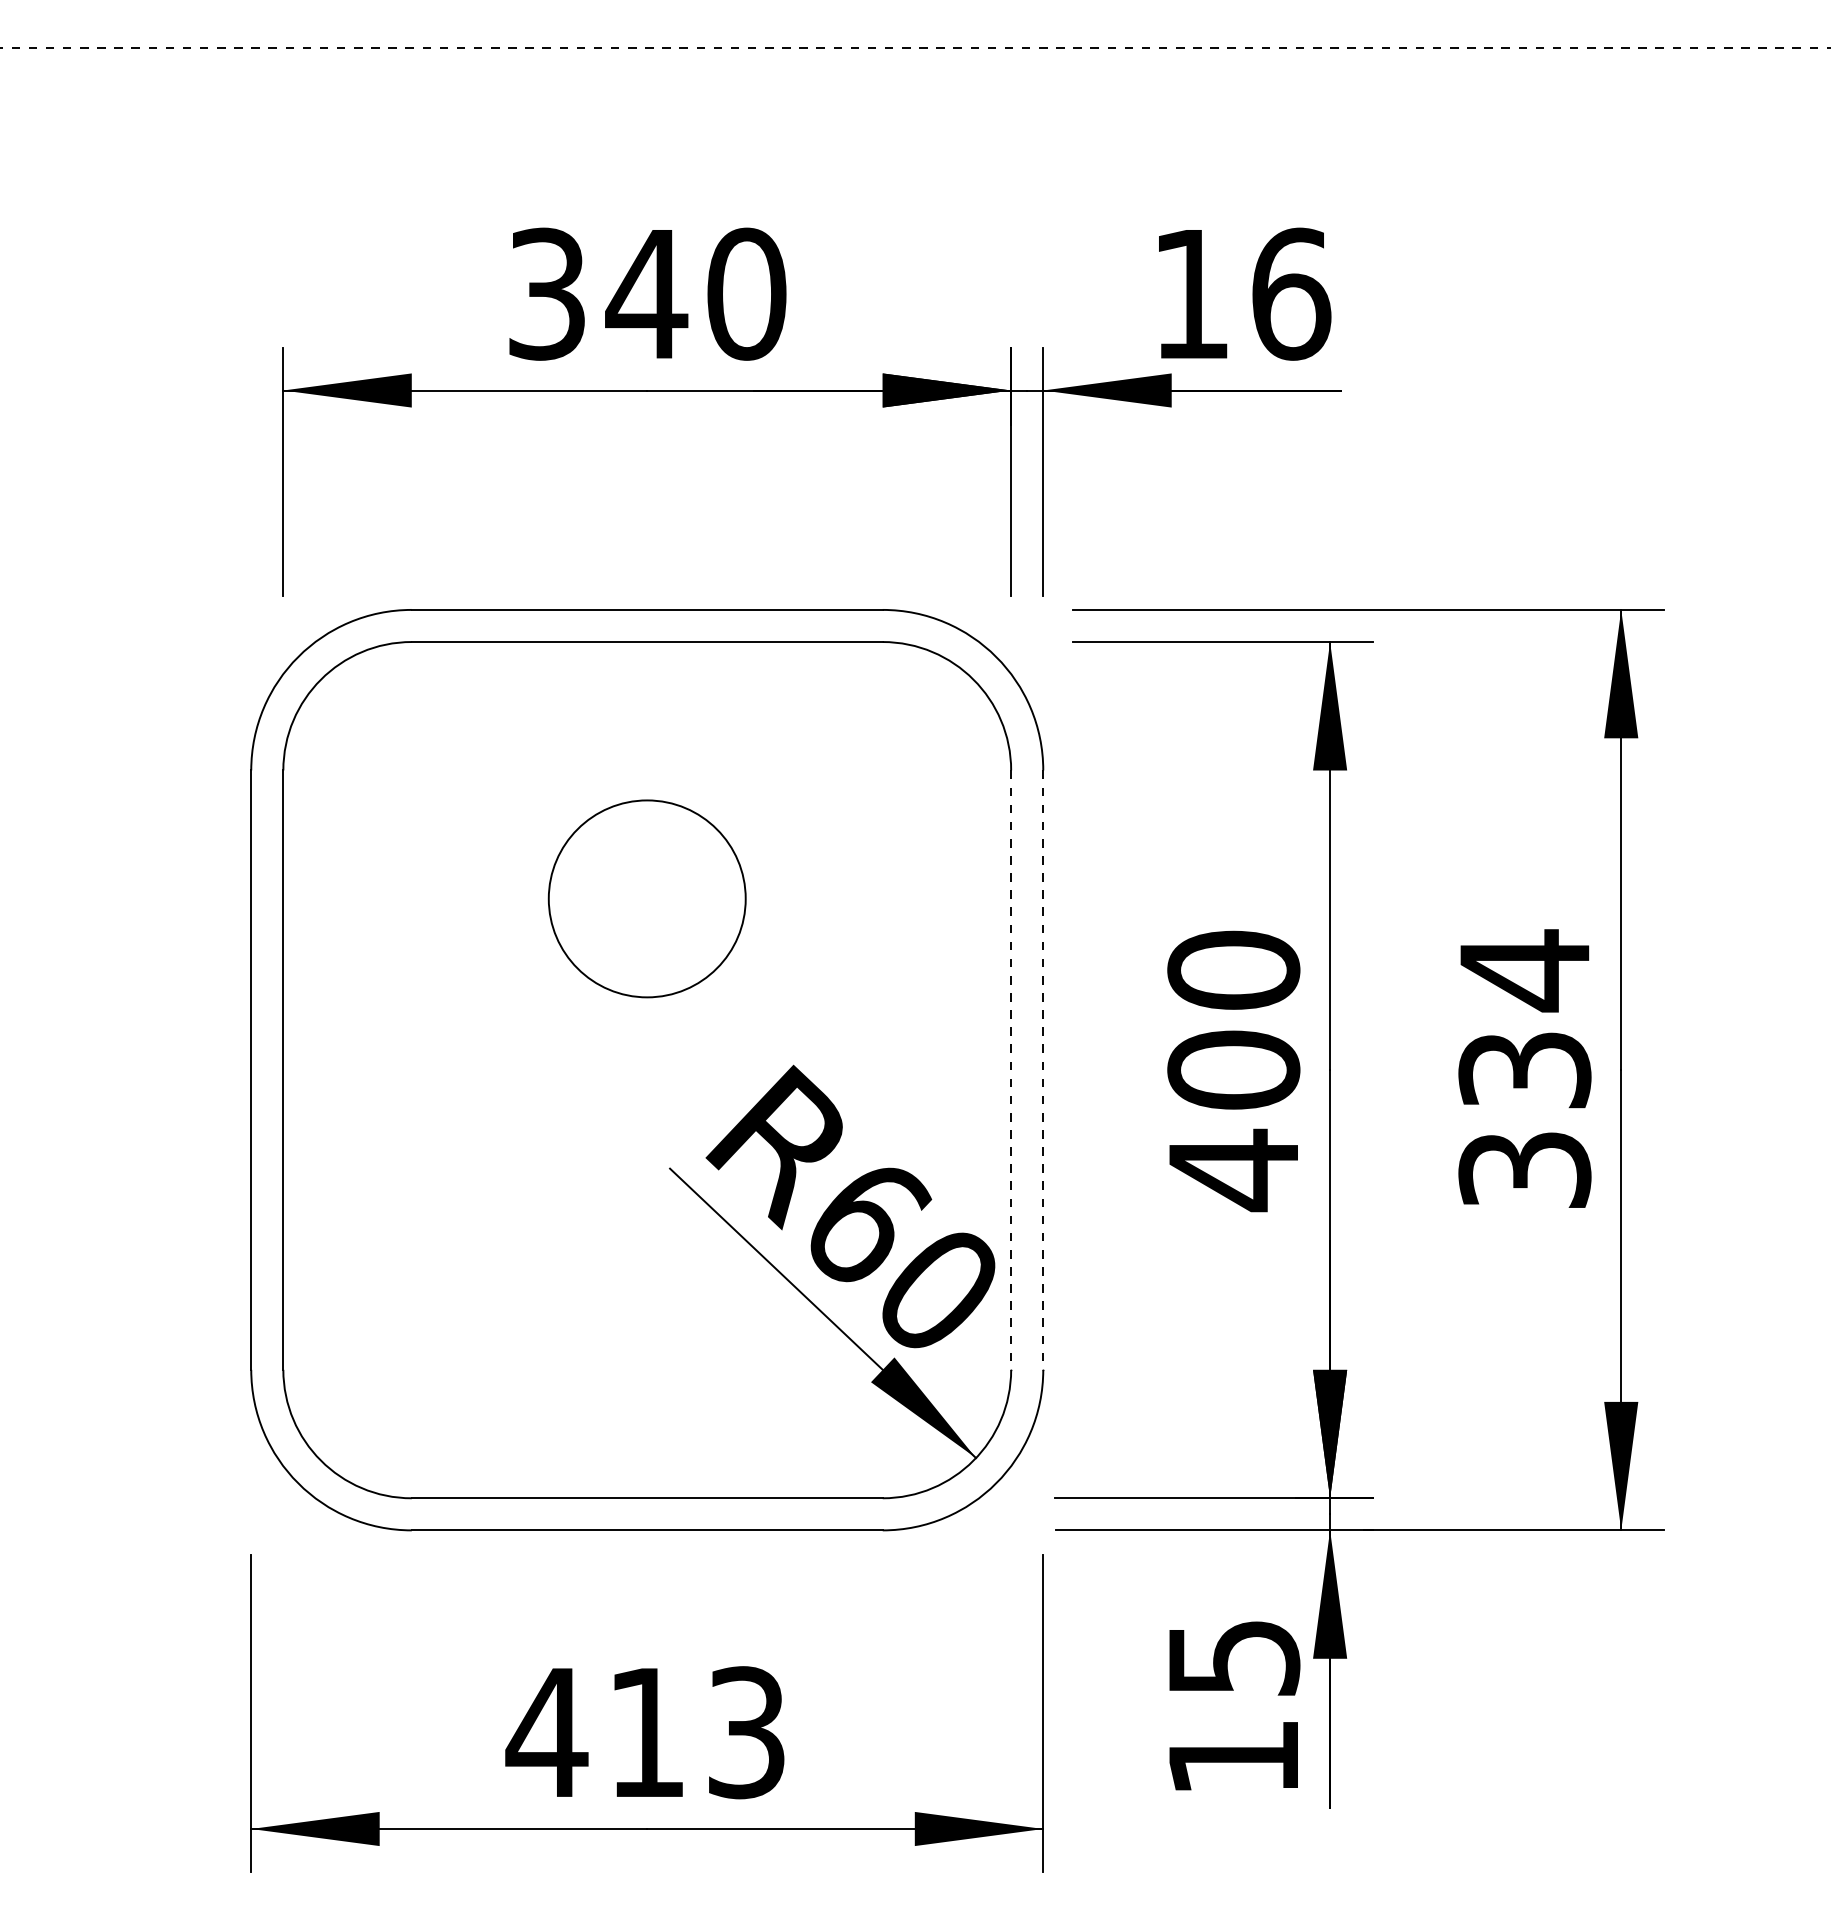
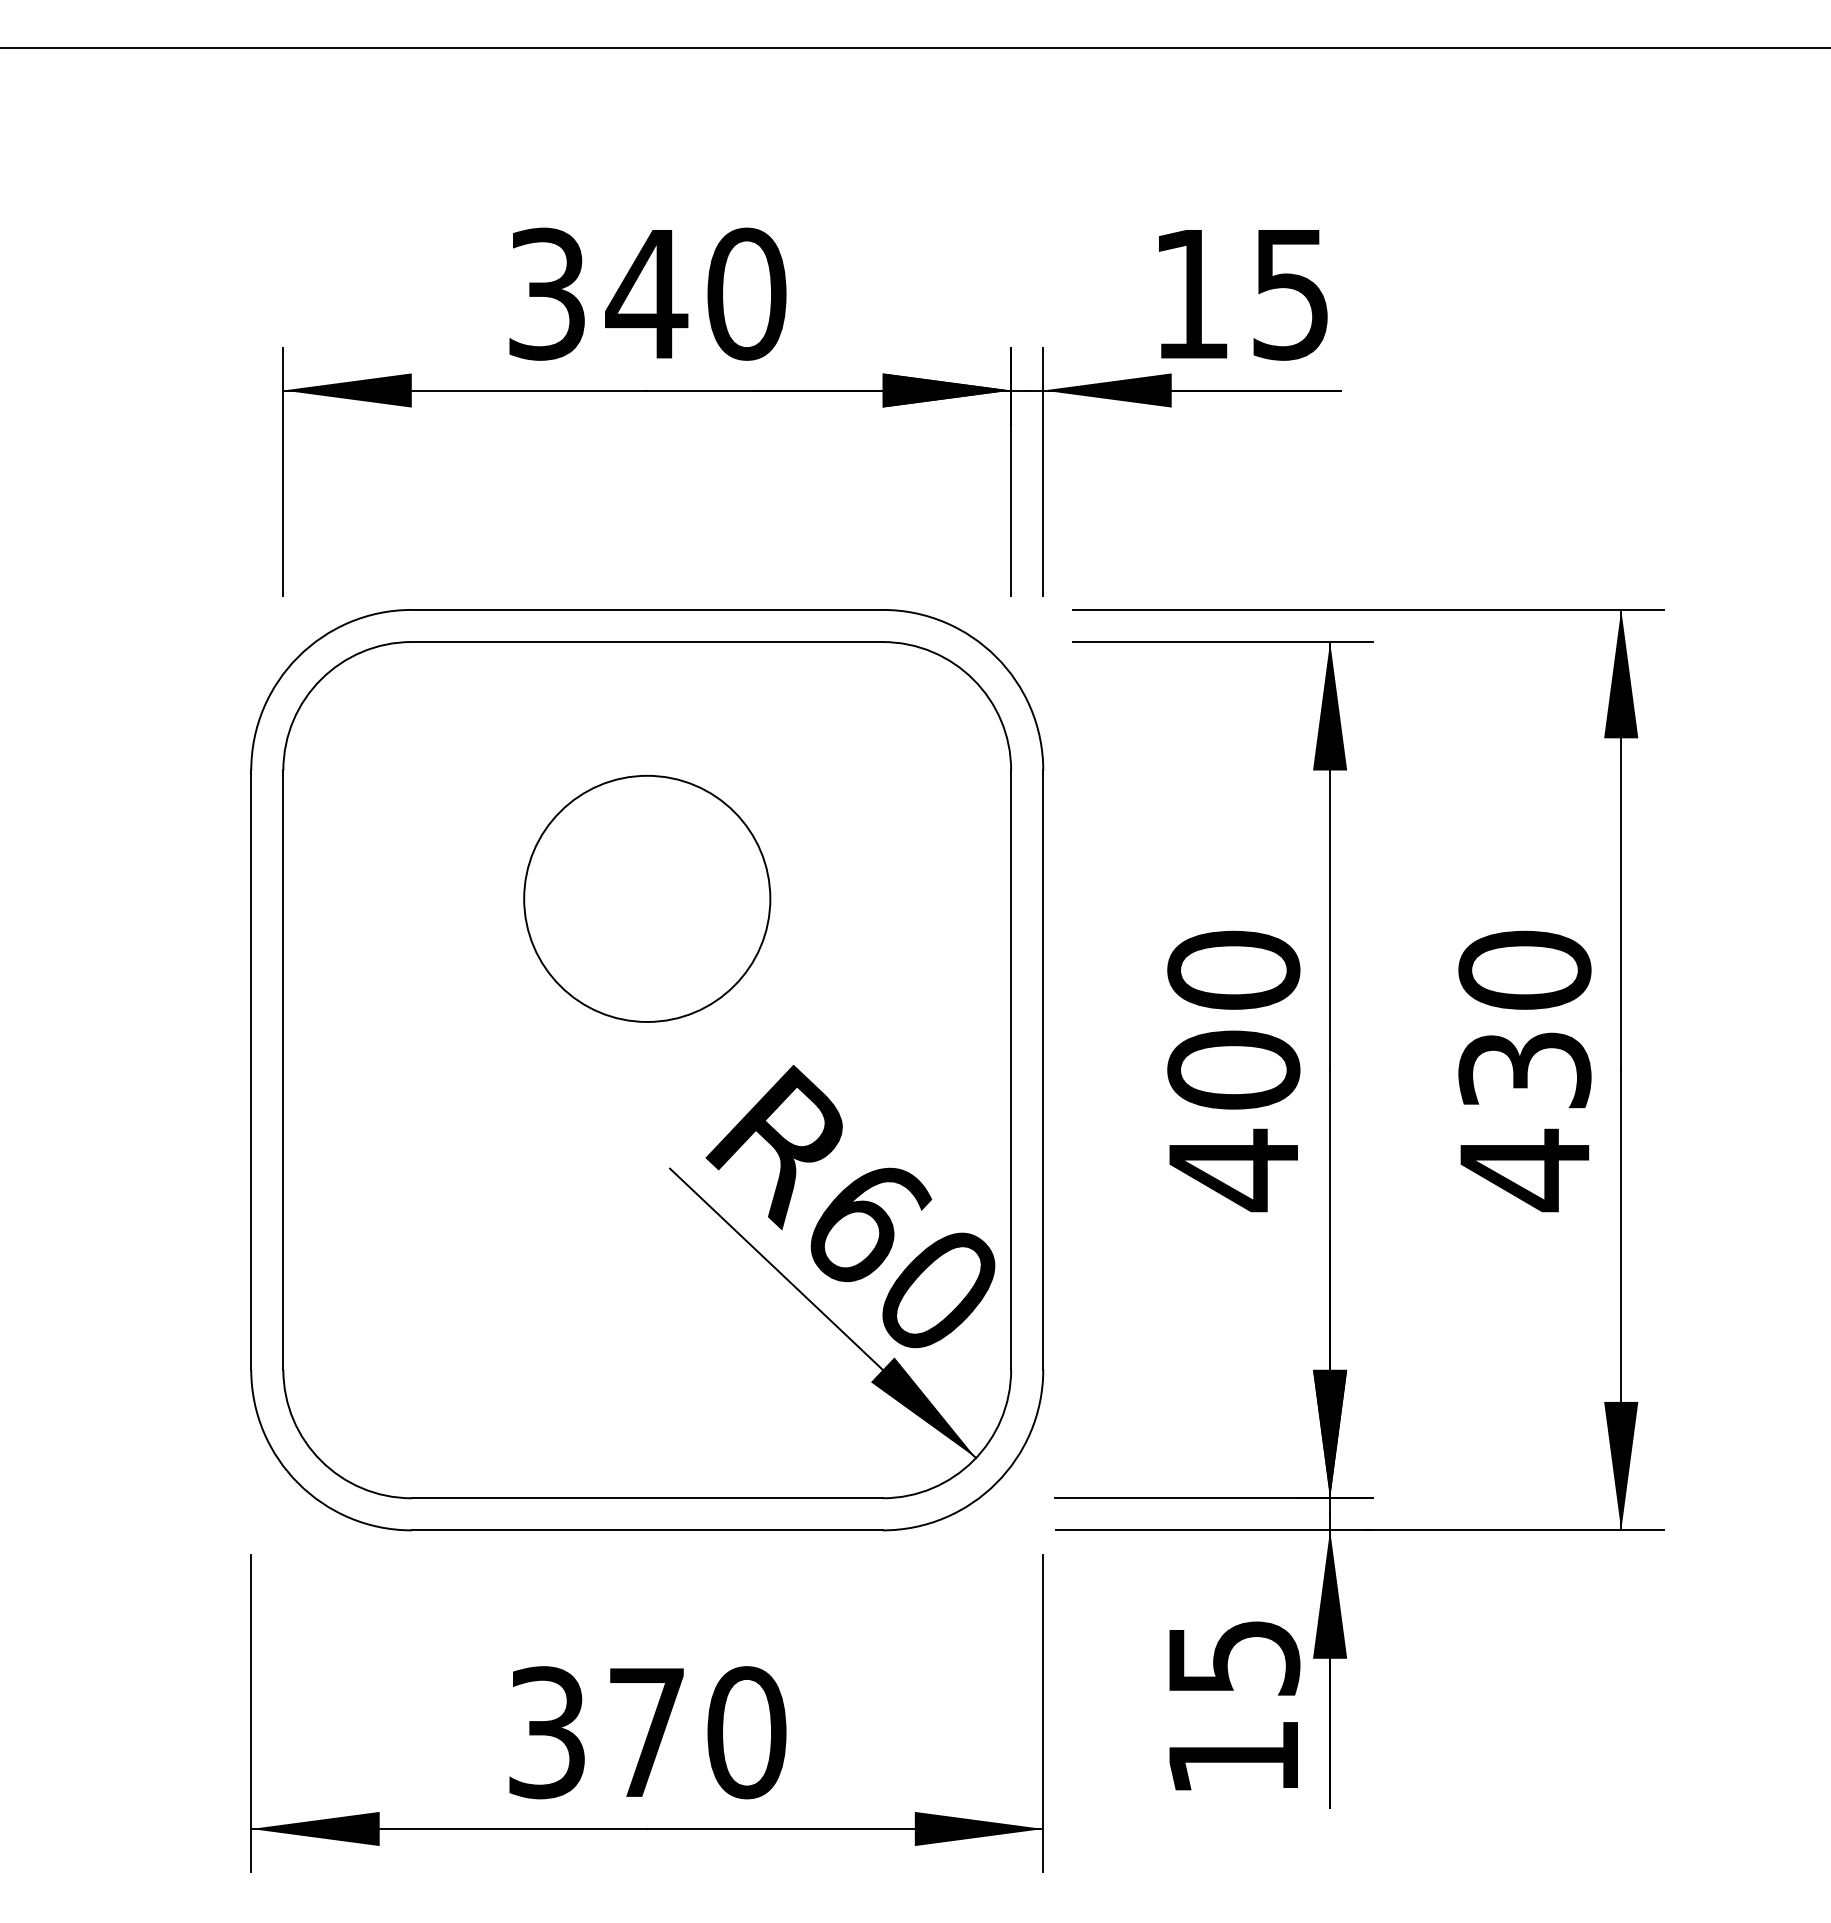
line at (915, 48): dashed -> solid
text at (1291, 293): 16 -> 15
circle at (646, 898) diameter: 197 px -> 246 px
line at (1011, 1070): dashed -> solid
line at (1043, 1070): dashed -> solid
text at (1524, 1070): 334 -> 430
text at (645, 1732): 413 -> 370
